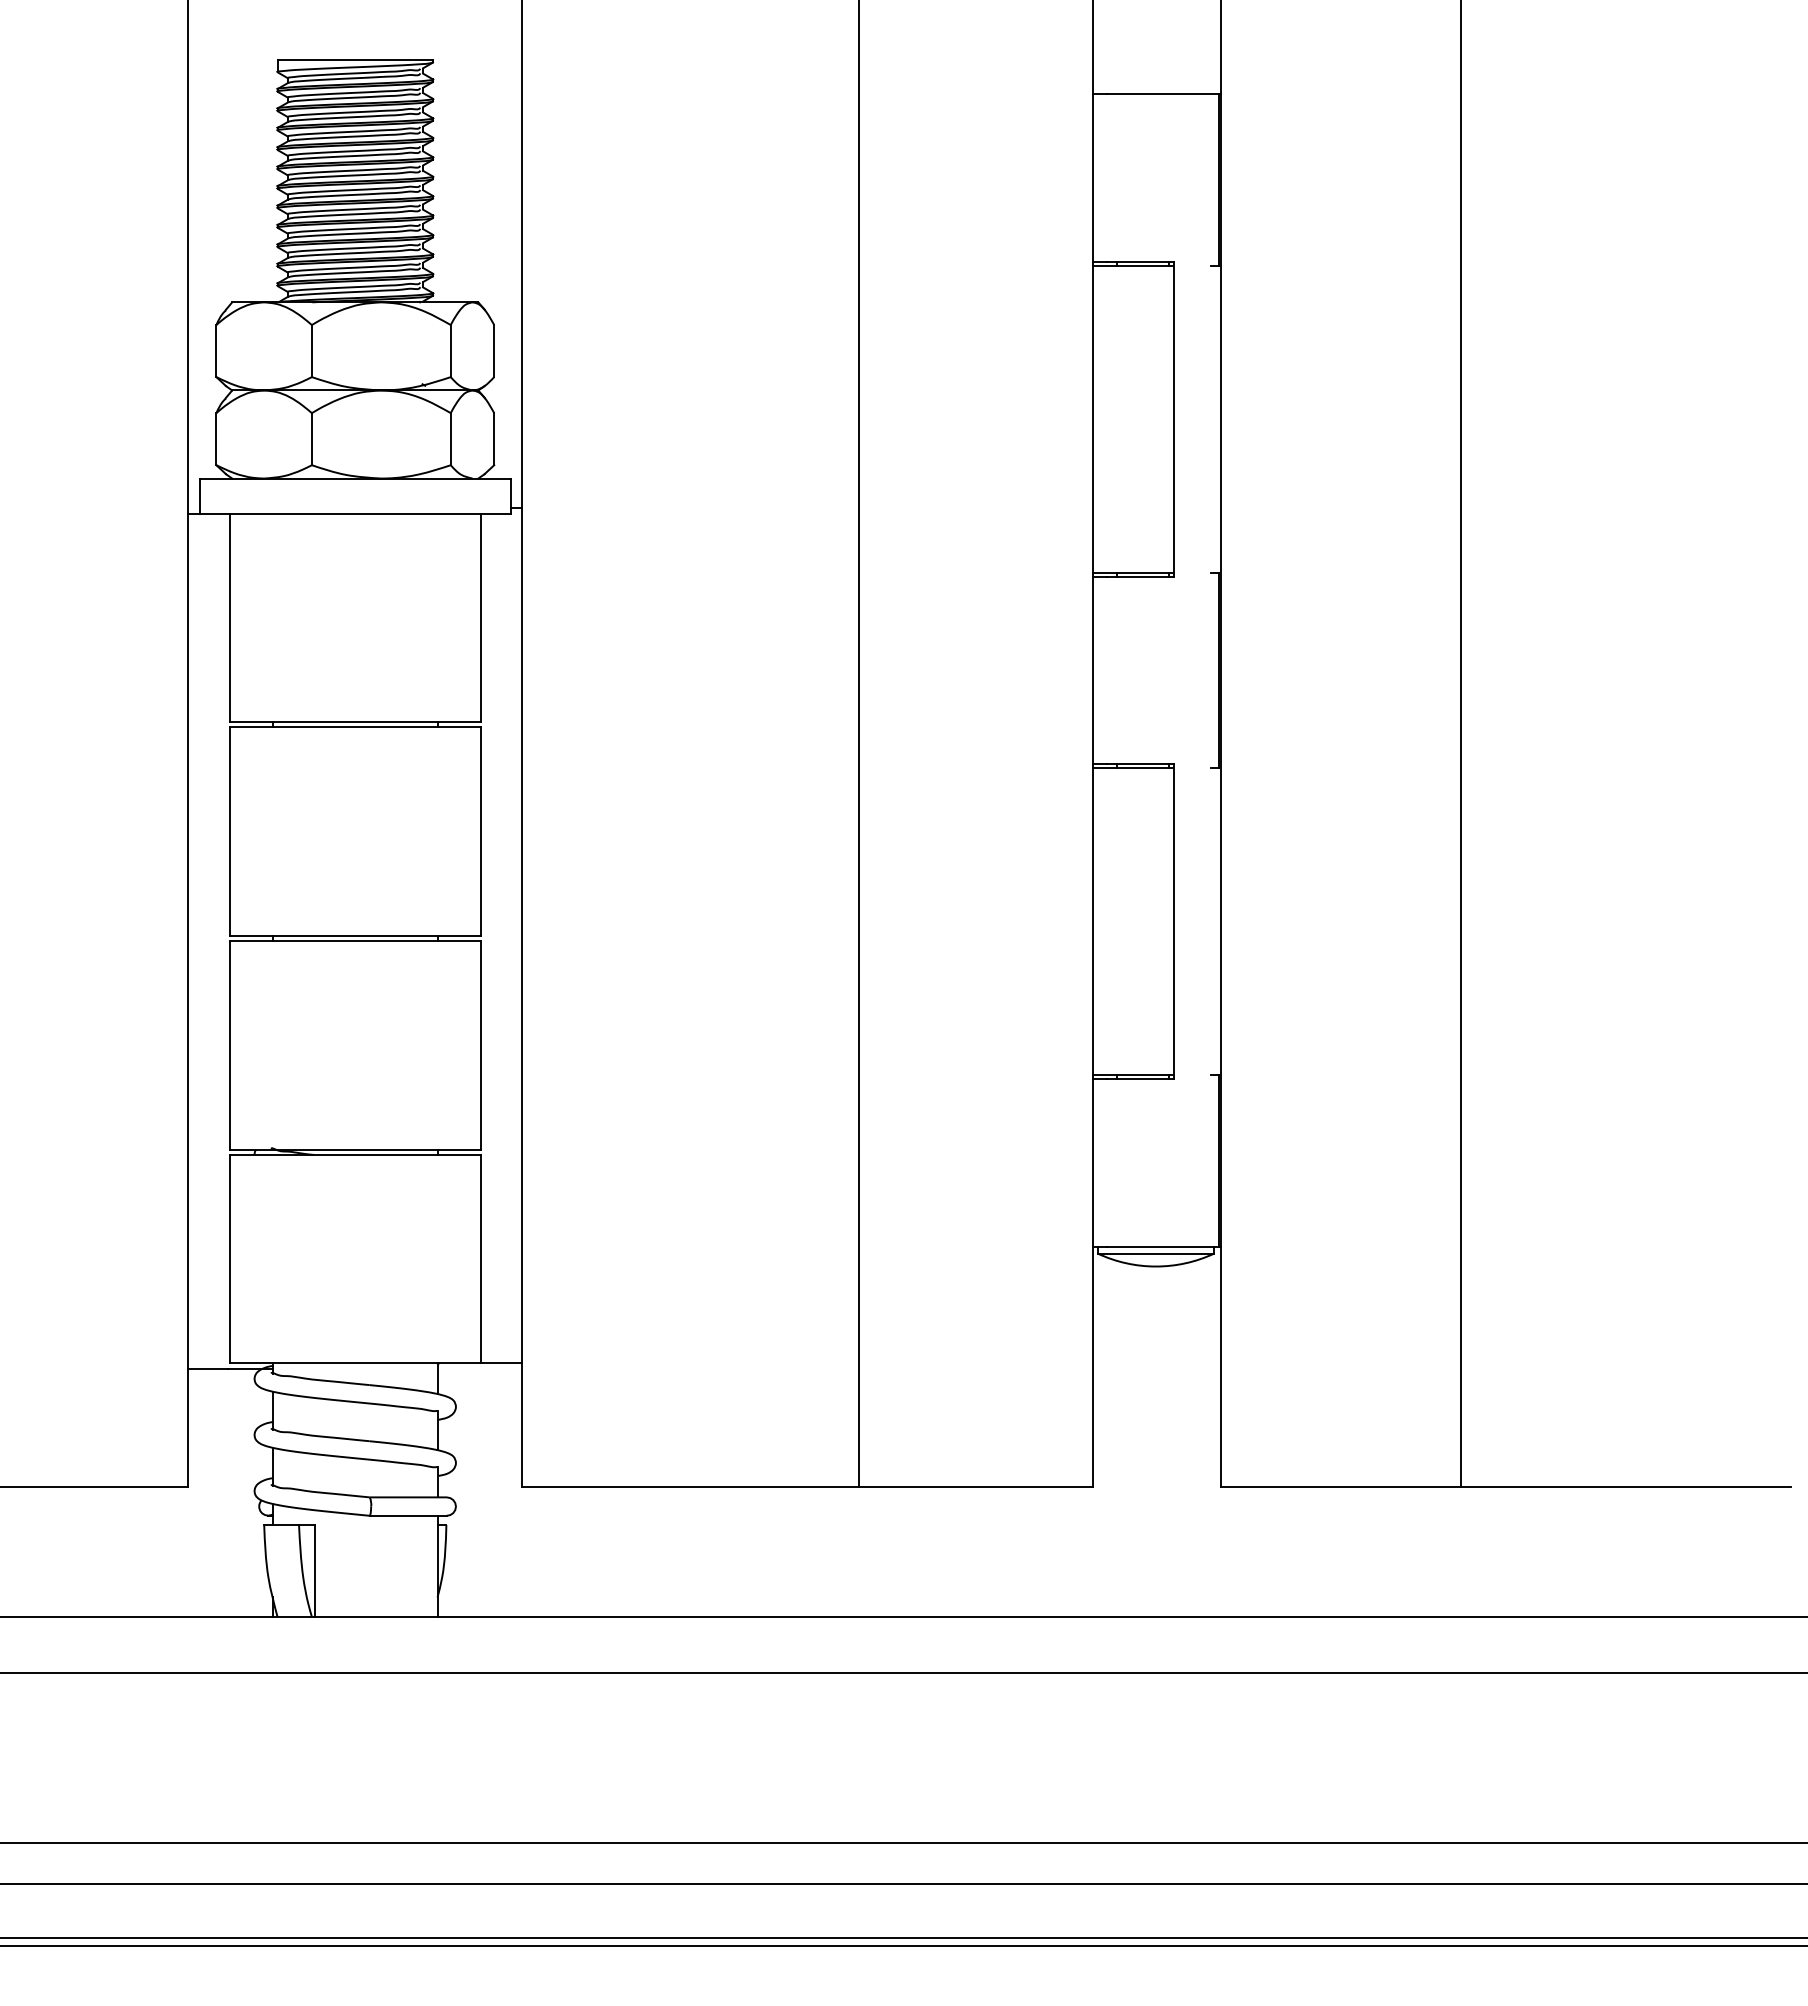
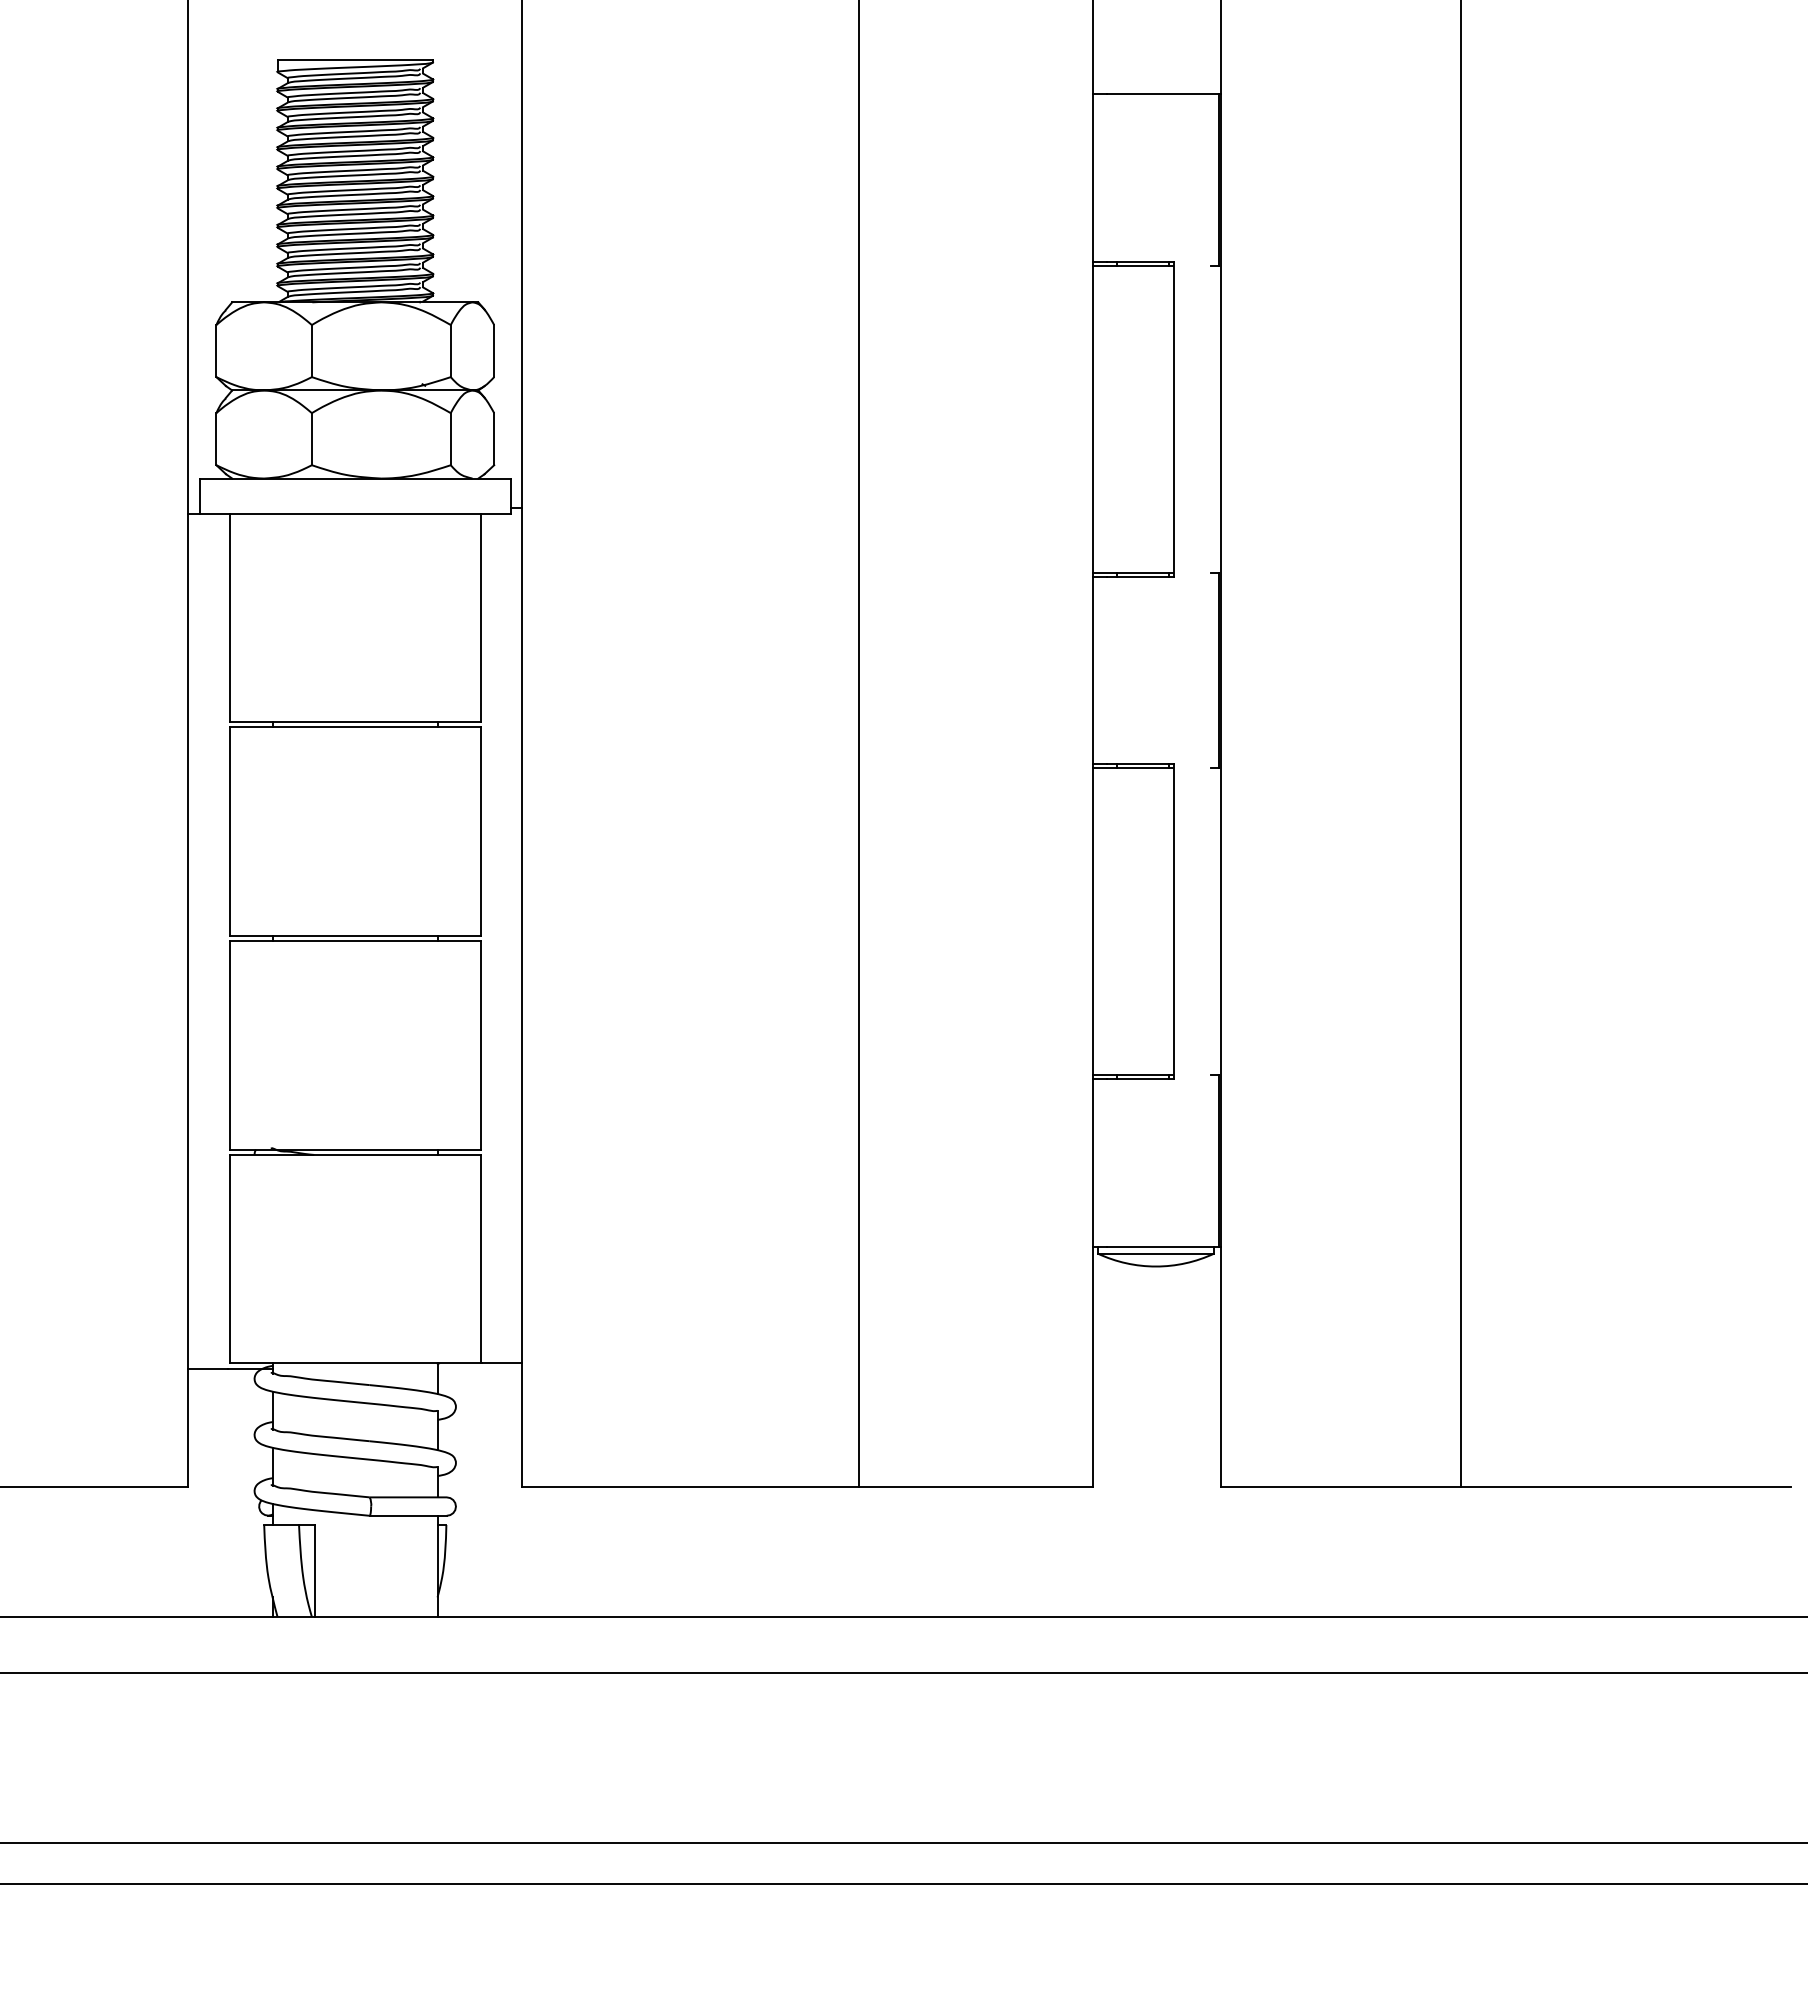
line at (903, 1937): present -> none
line at (903, 1945): present -> none
